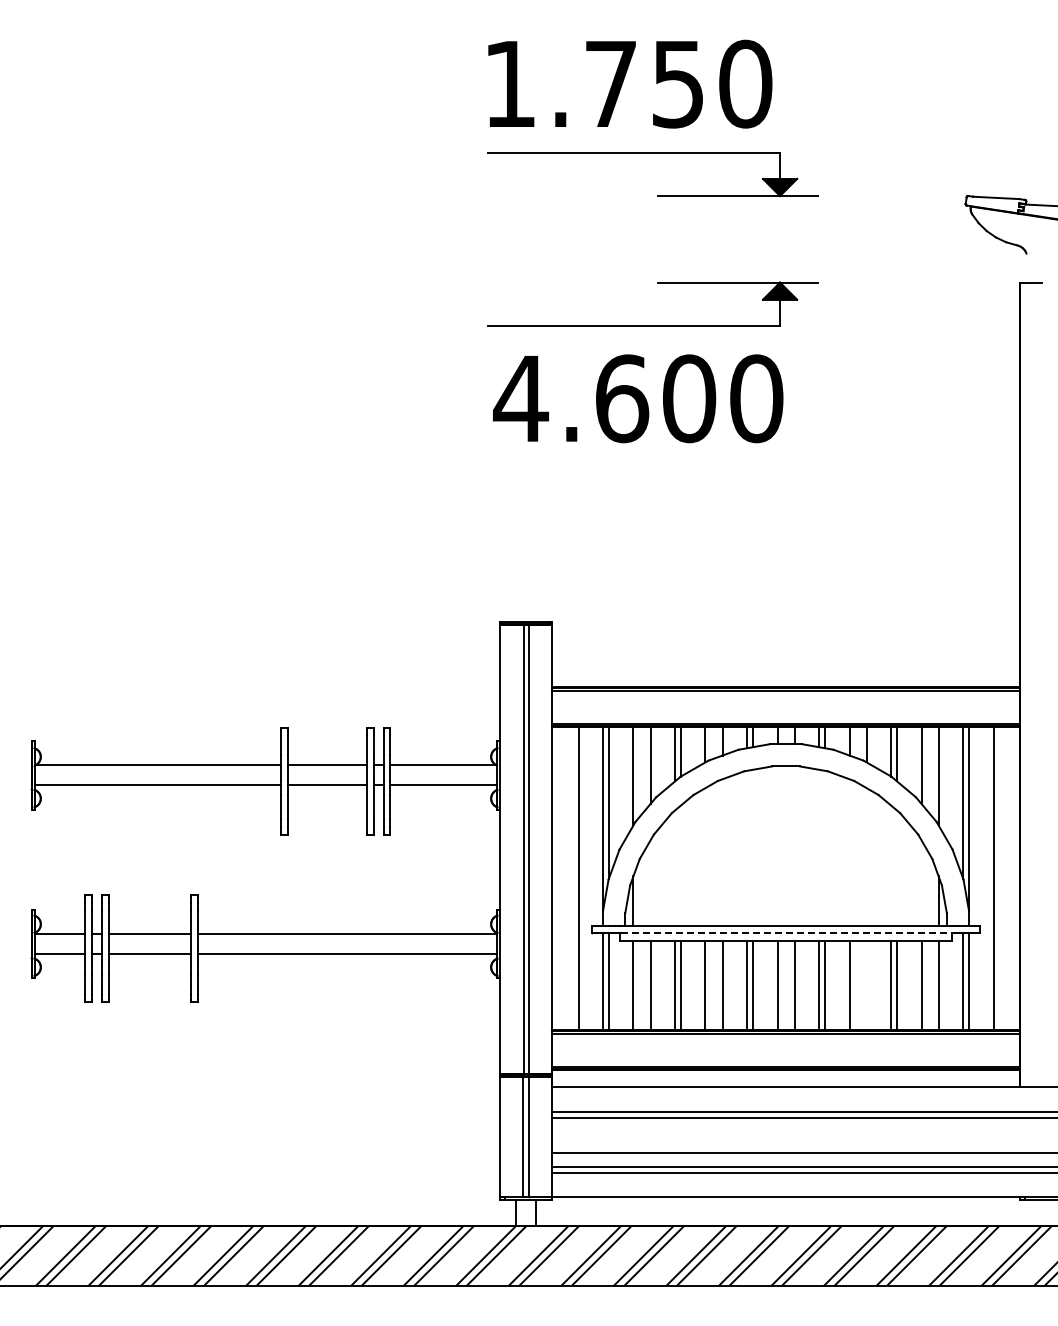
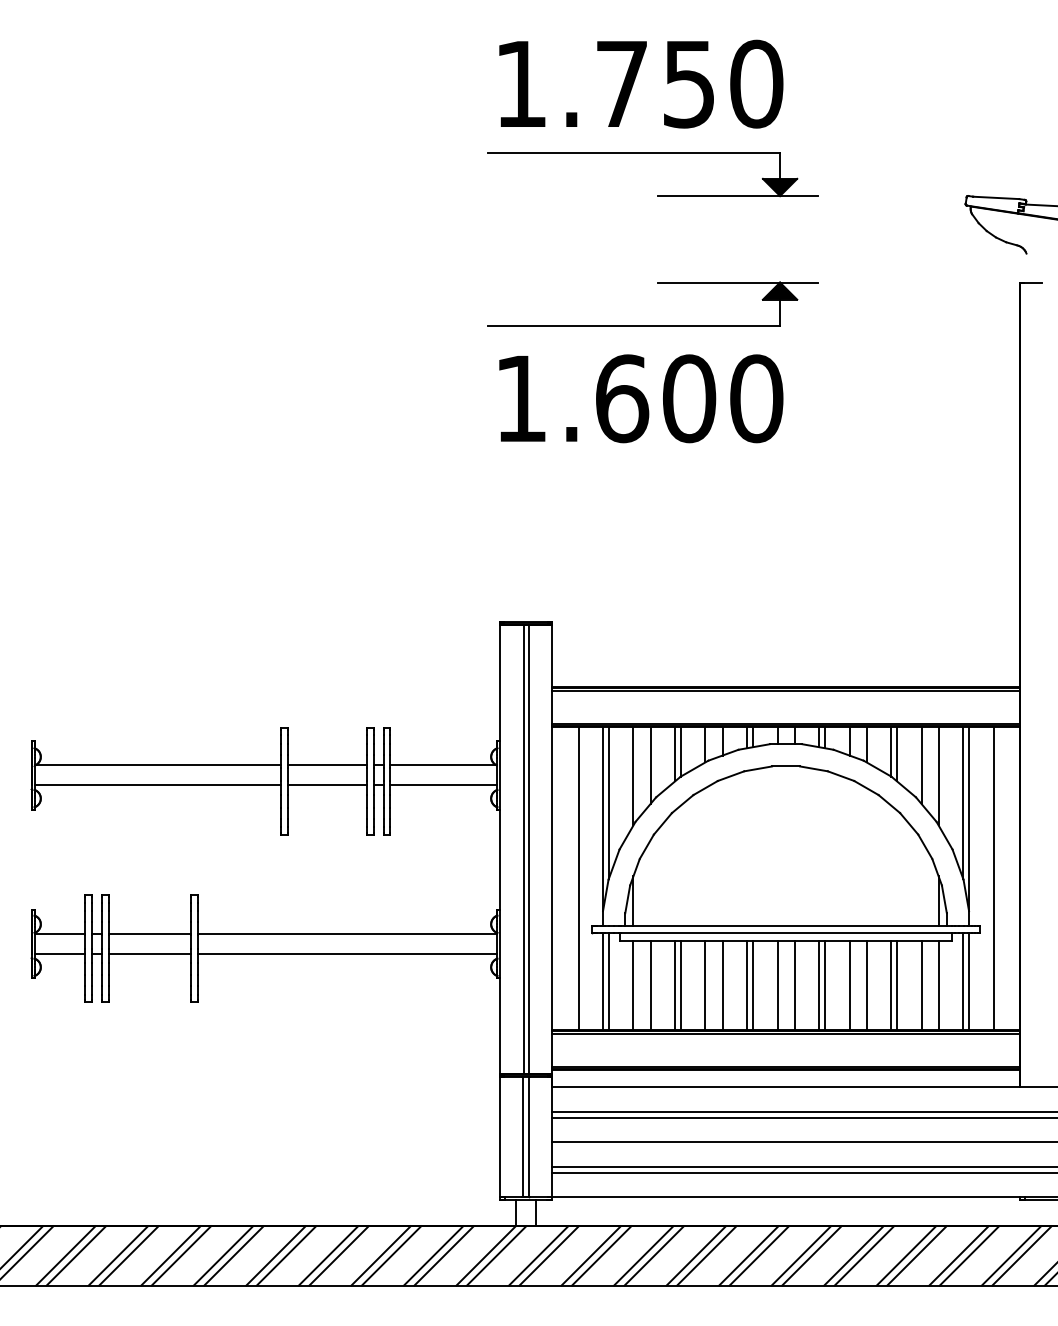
text at (630, 83) position: (630, 83) -> (641, 83)
text at (520, 398): 4.600 -> 1.600
line at (787, 933): dashed -> solid
line at (866, 985): none -> present
line at (802, 1153) position: (802, 1153) -> (802, 1142)
